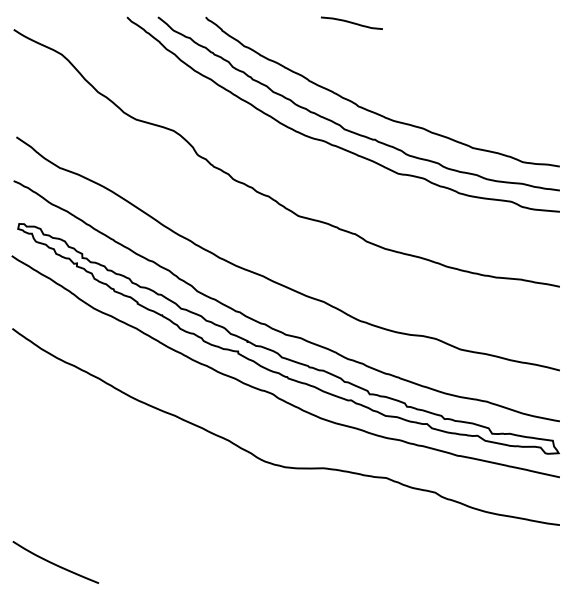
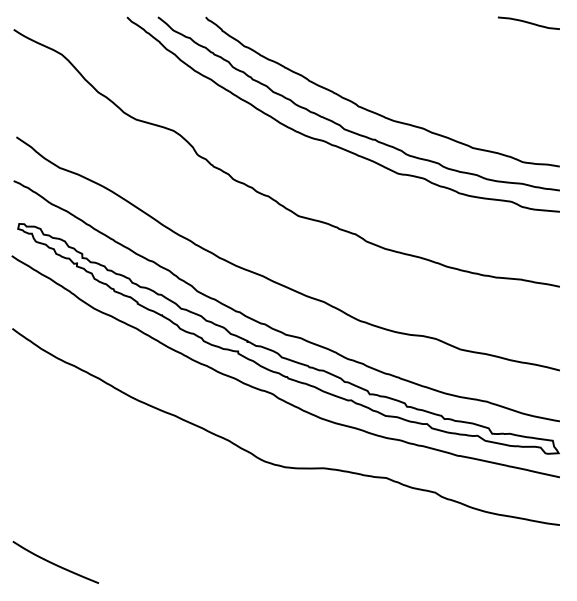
curve at (351, 22) position: (351, 22) -> (528, 22)
